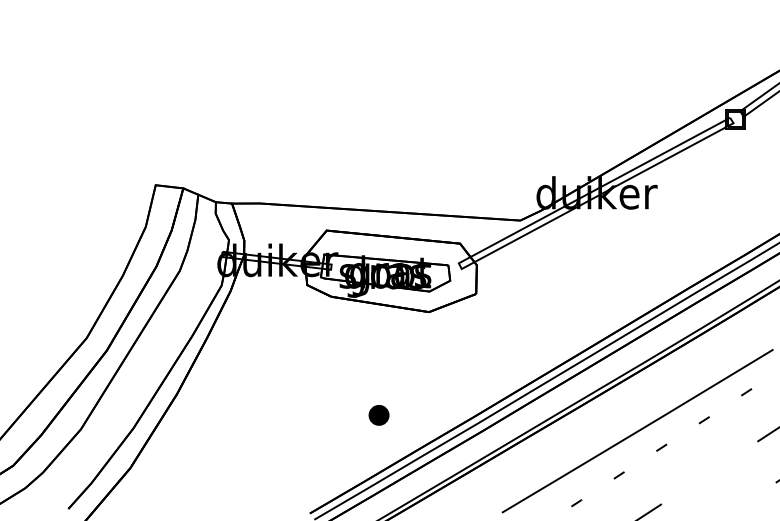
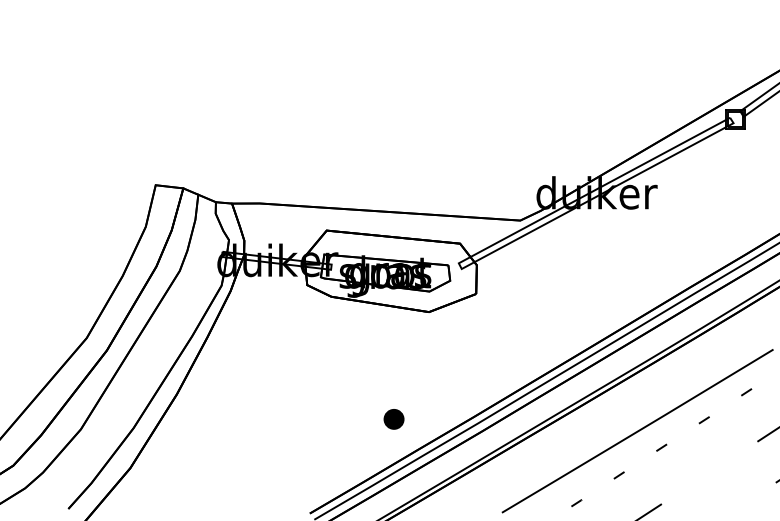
part at (378, 415) position: (378, 415) -> (393, 419)
